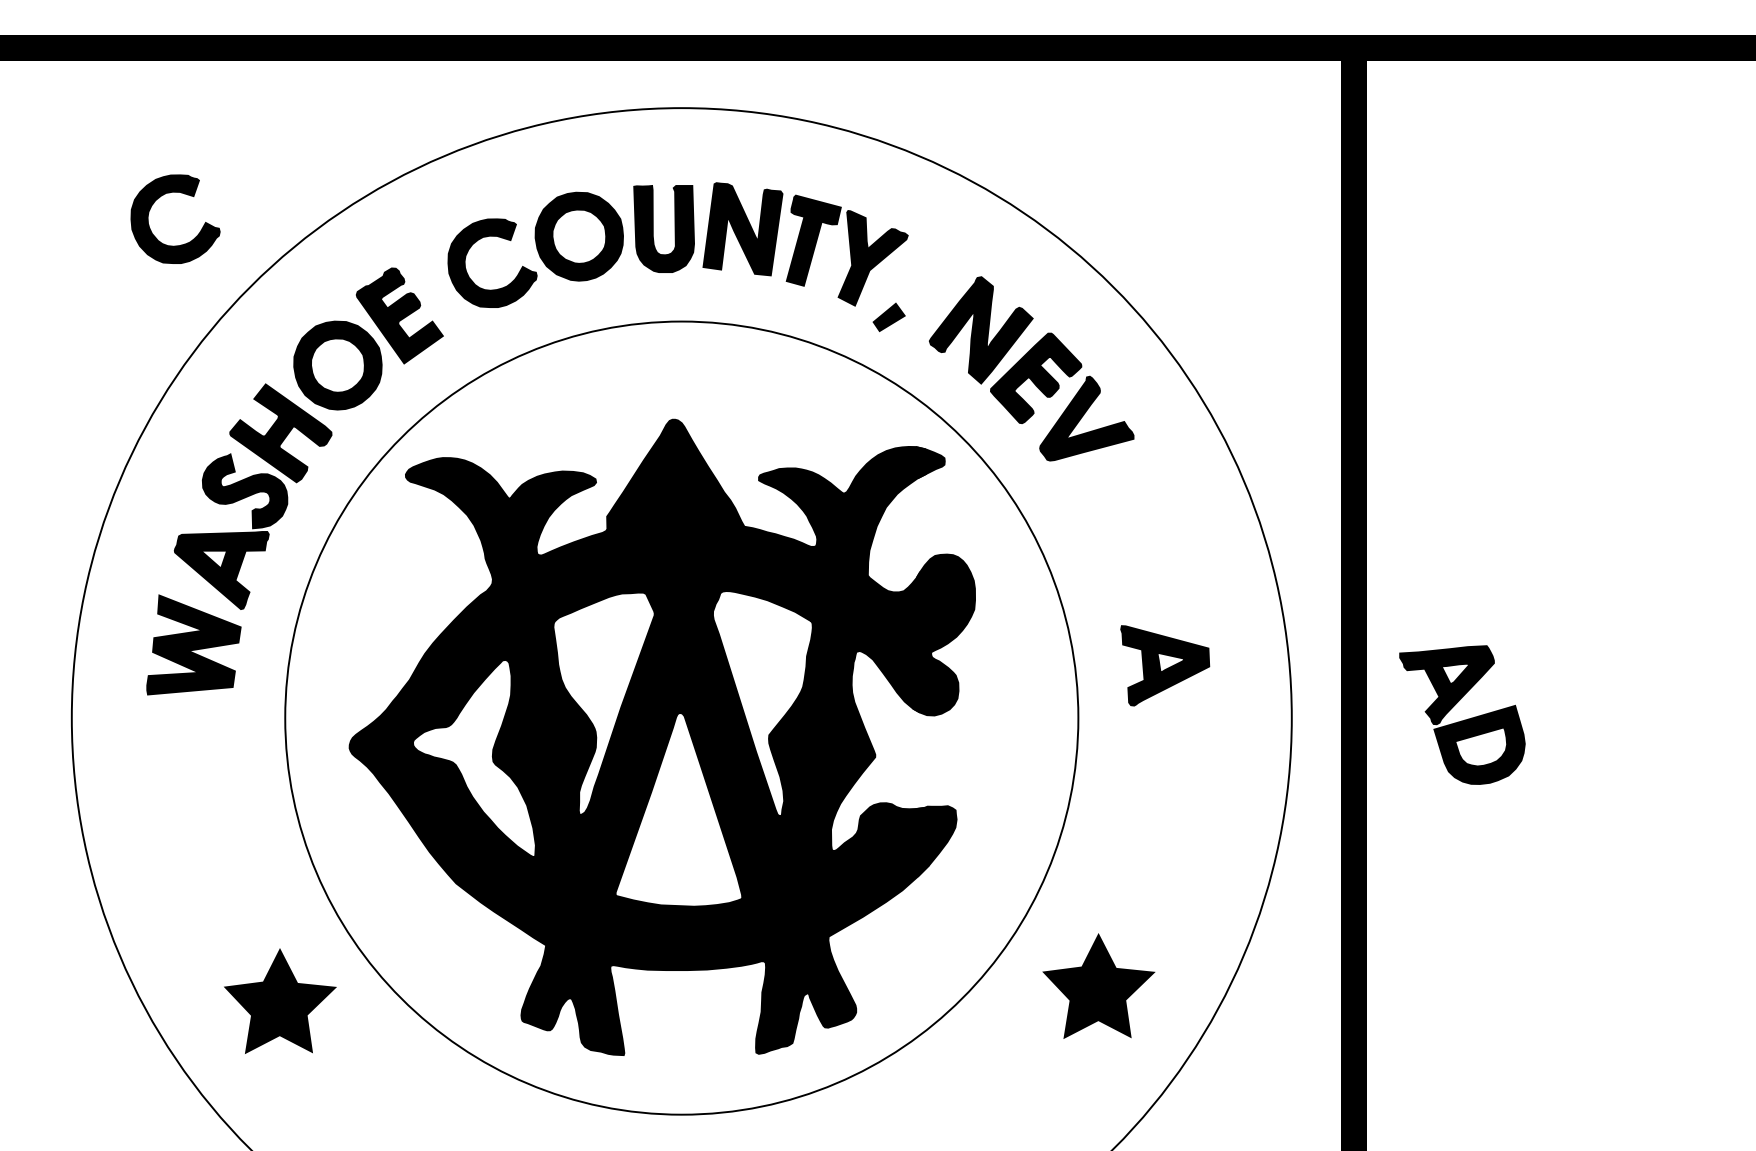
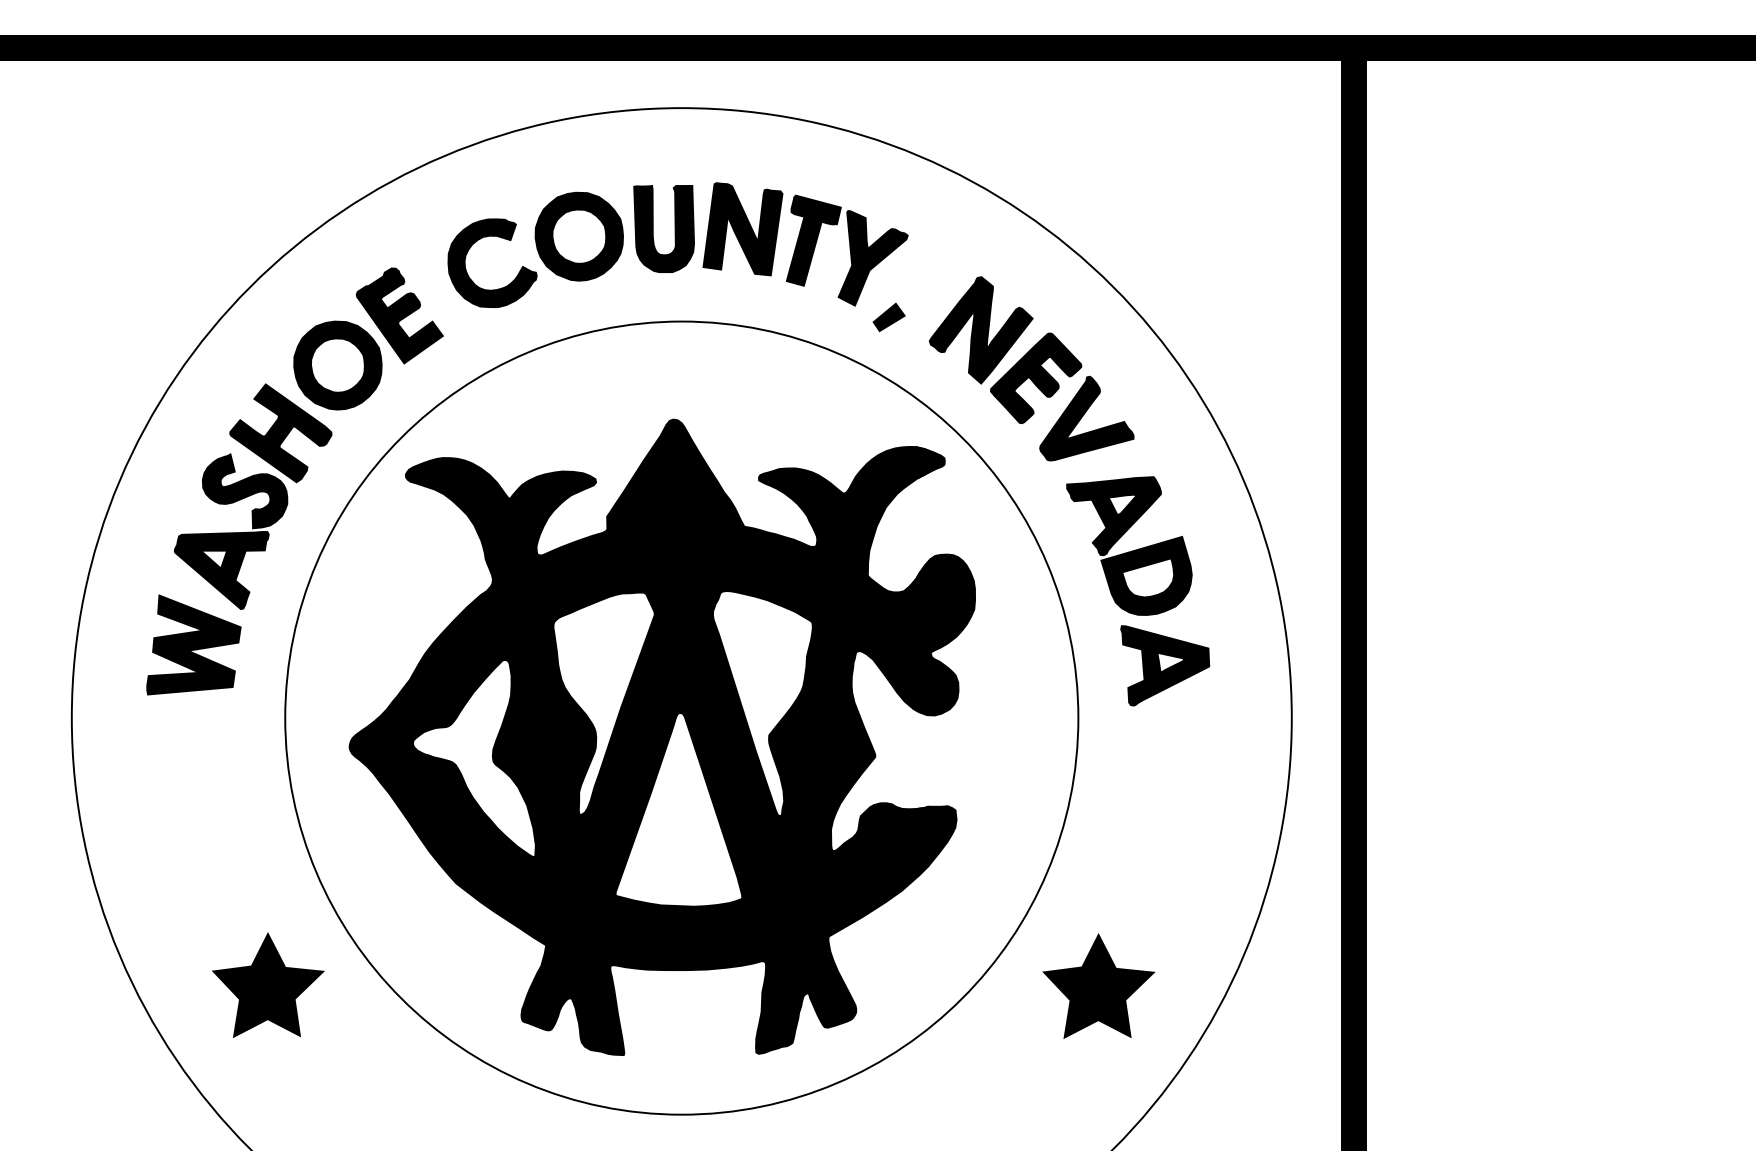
part at (159, 198): present -> none
part at (1462, 714) position: (1462, 714) -> (1129, 545)
part at (280, 1000) position: (280, 1000) -> (268, 984)
